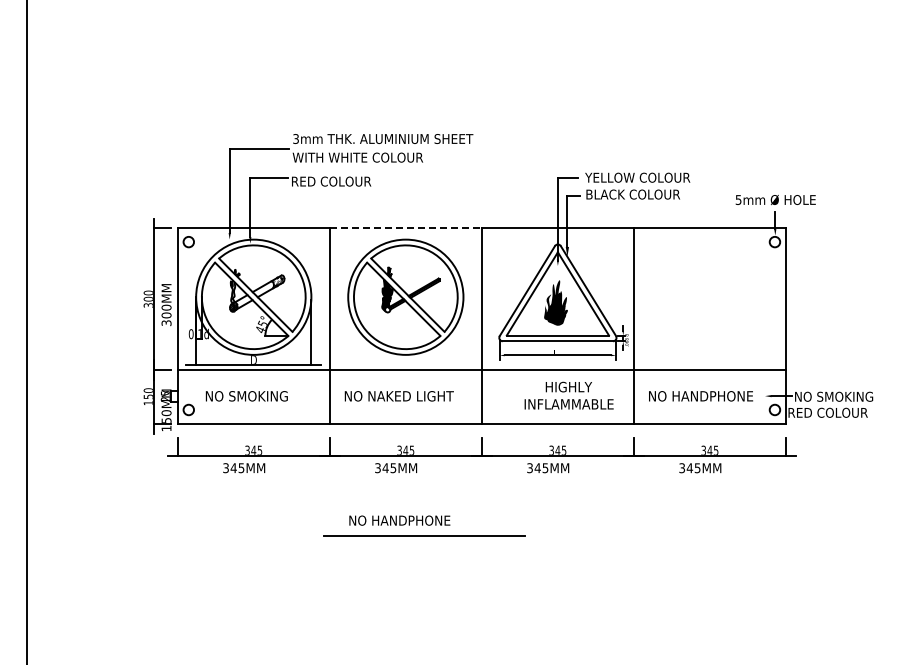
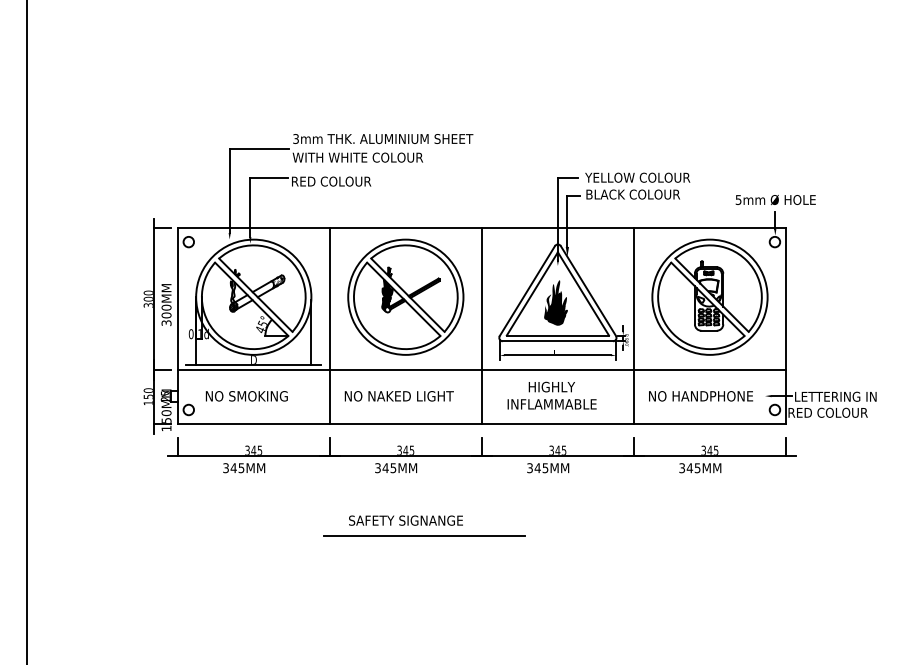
line at (406, 228): dashed -> solid
part at (709, 296): none -> present
text at (568, 395) position: (568, 395) -> (551, 395)
text at (836, 396): NO SMOKING -> LETTERING IN
text at (405, 520): NO HANDPHONE -> SAFETY SIGNANGE
